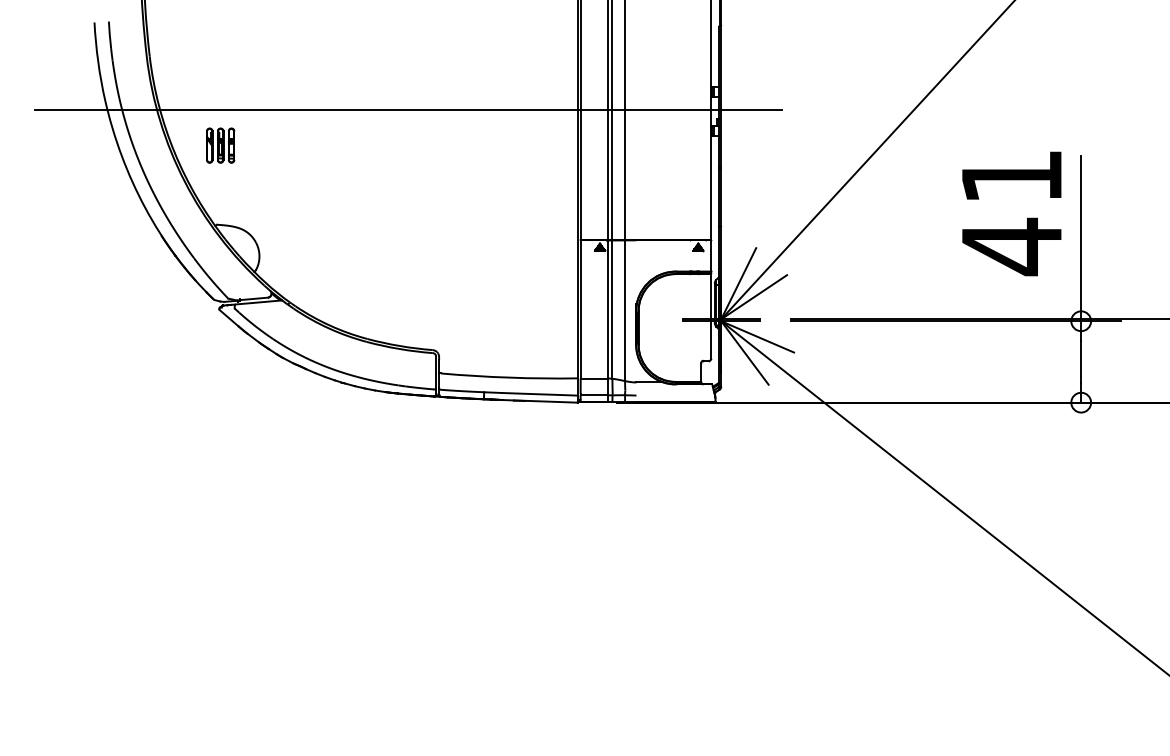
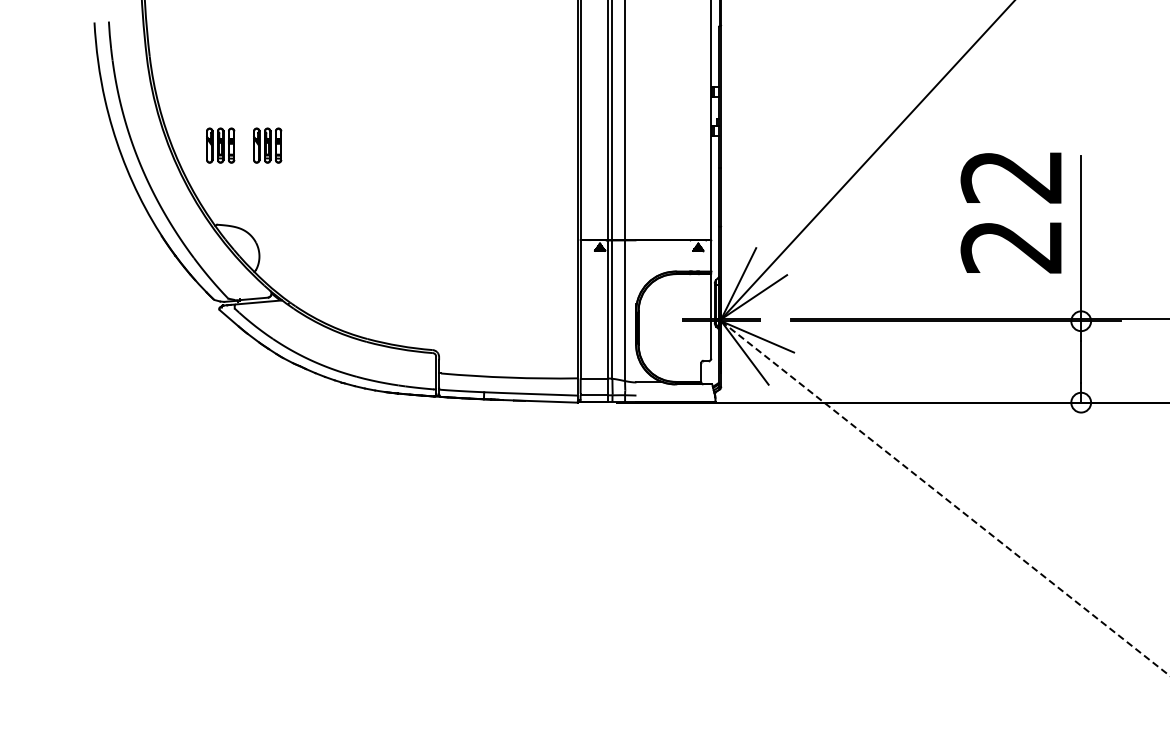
line at (408, 110): present -> none
part at (267, 145): none -> present
text at (1010, 213): 41 -> 22
line at (945, 498): solid -> dashed
